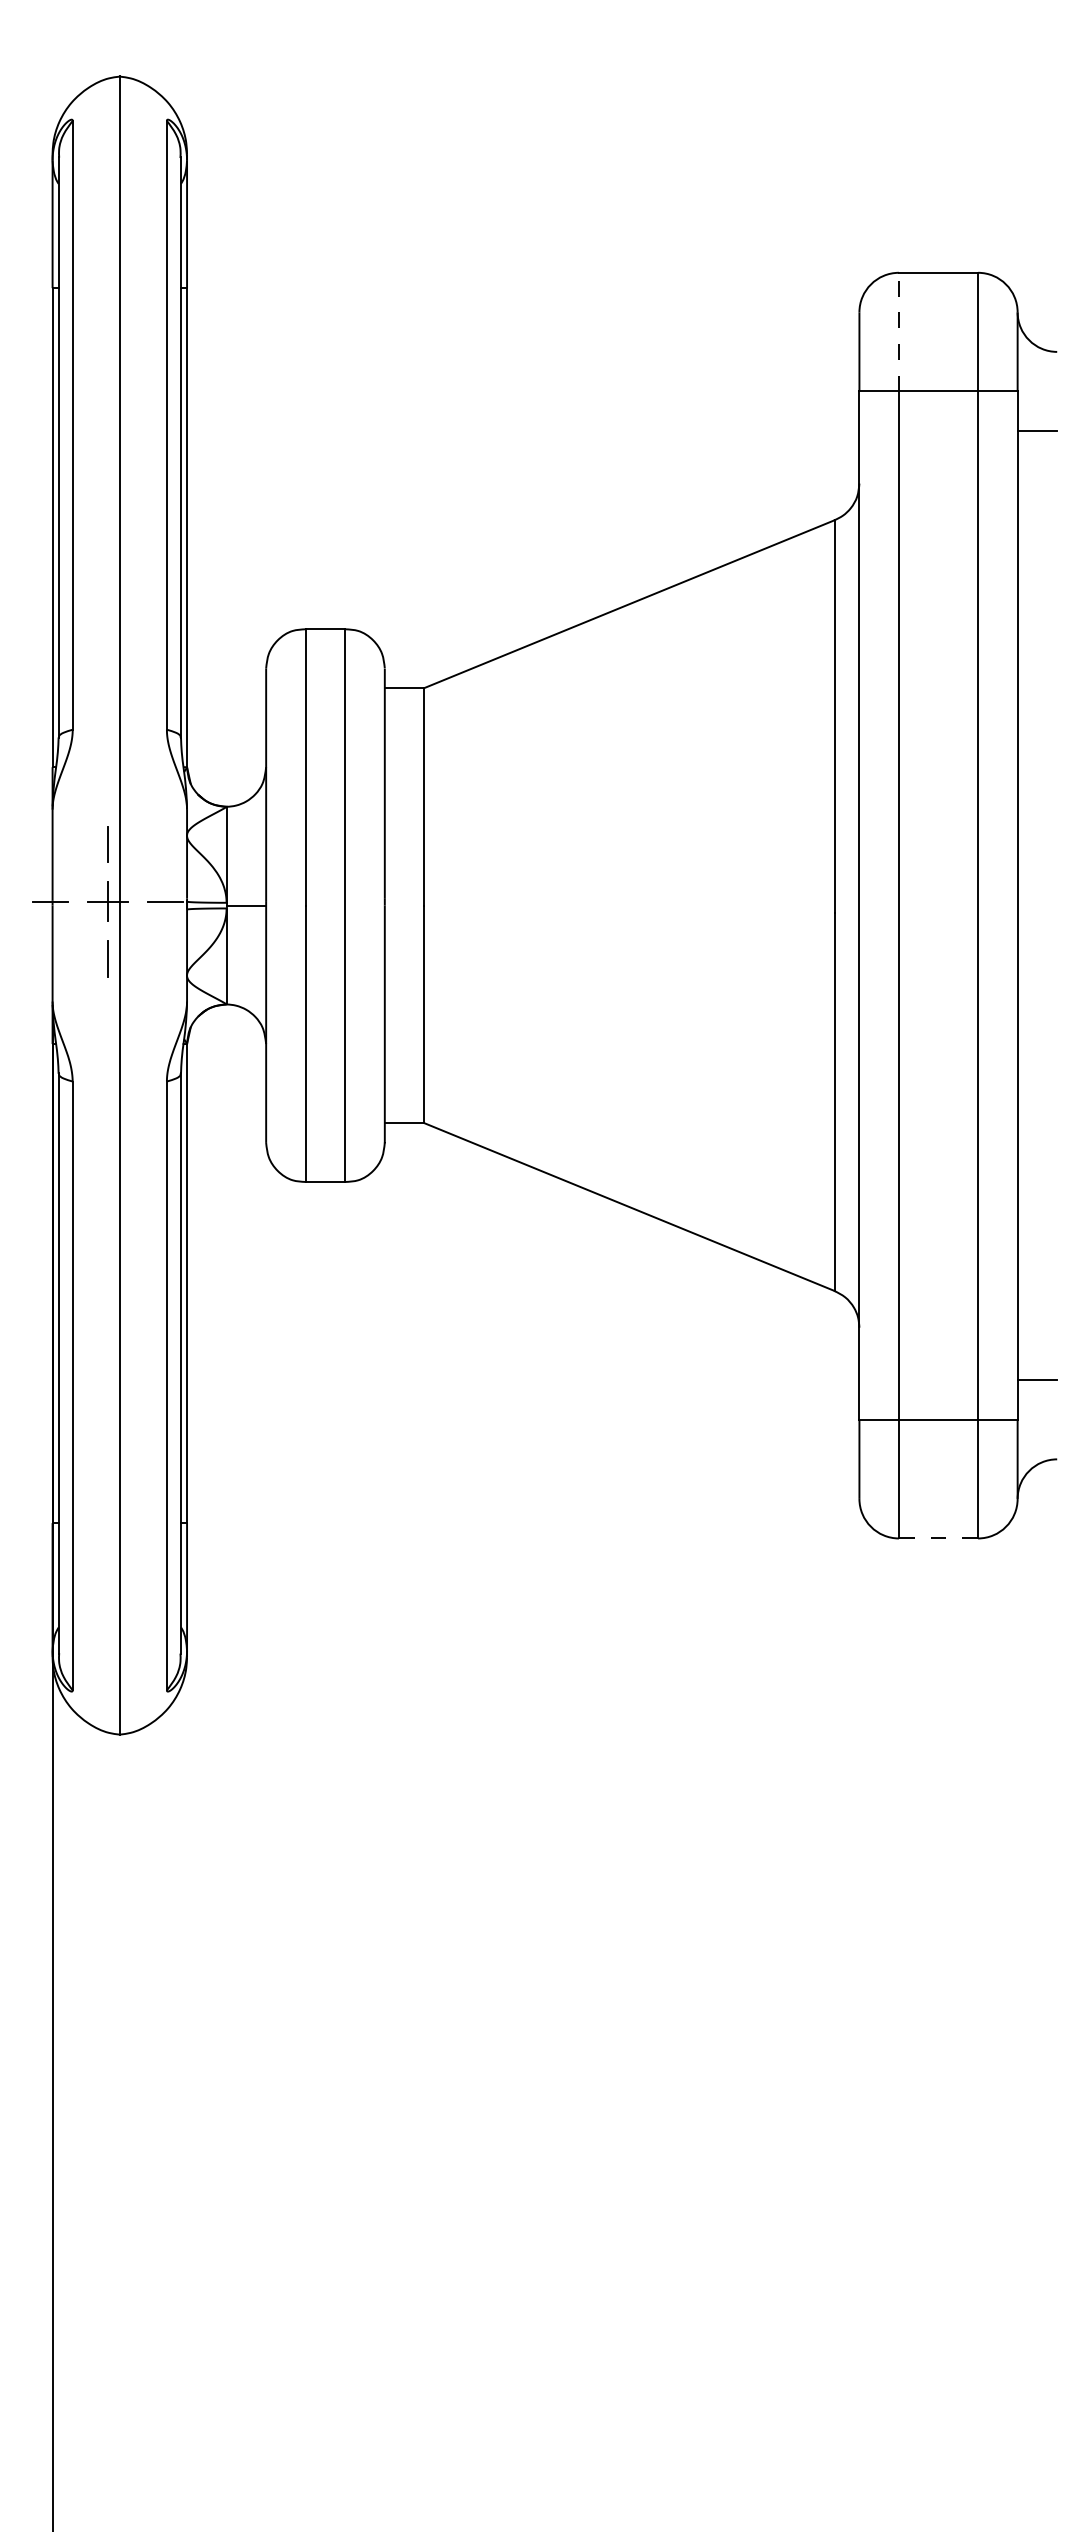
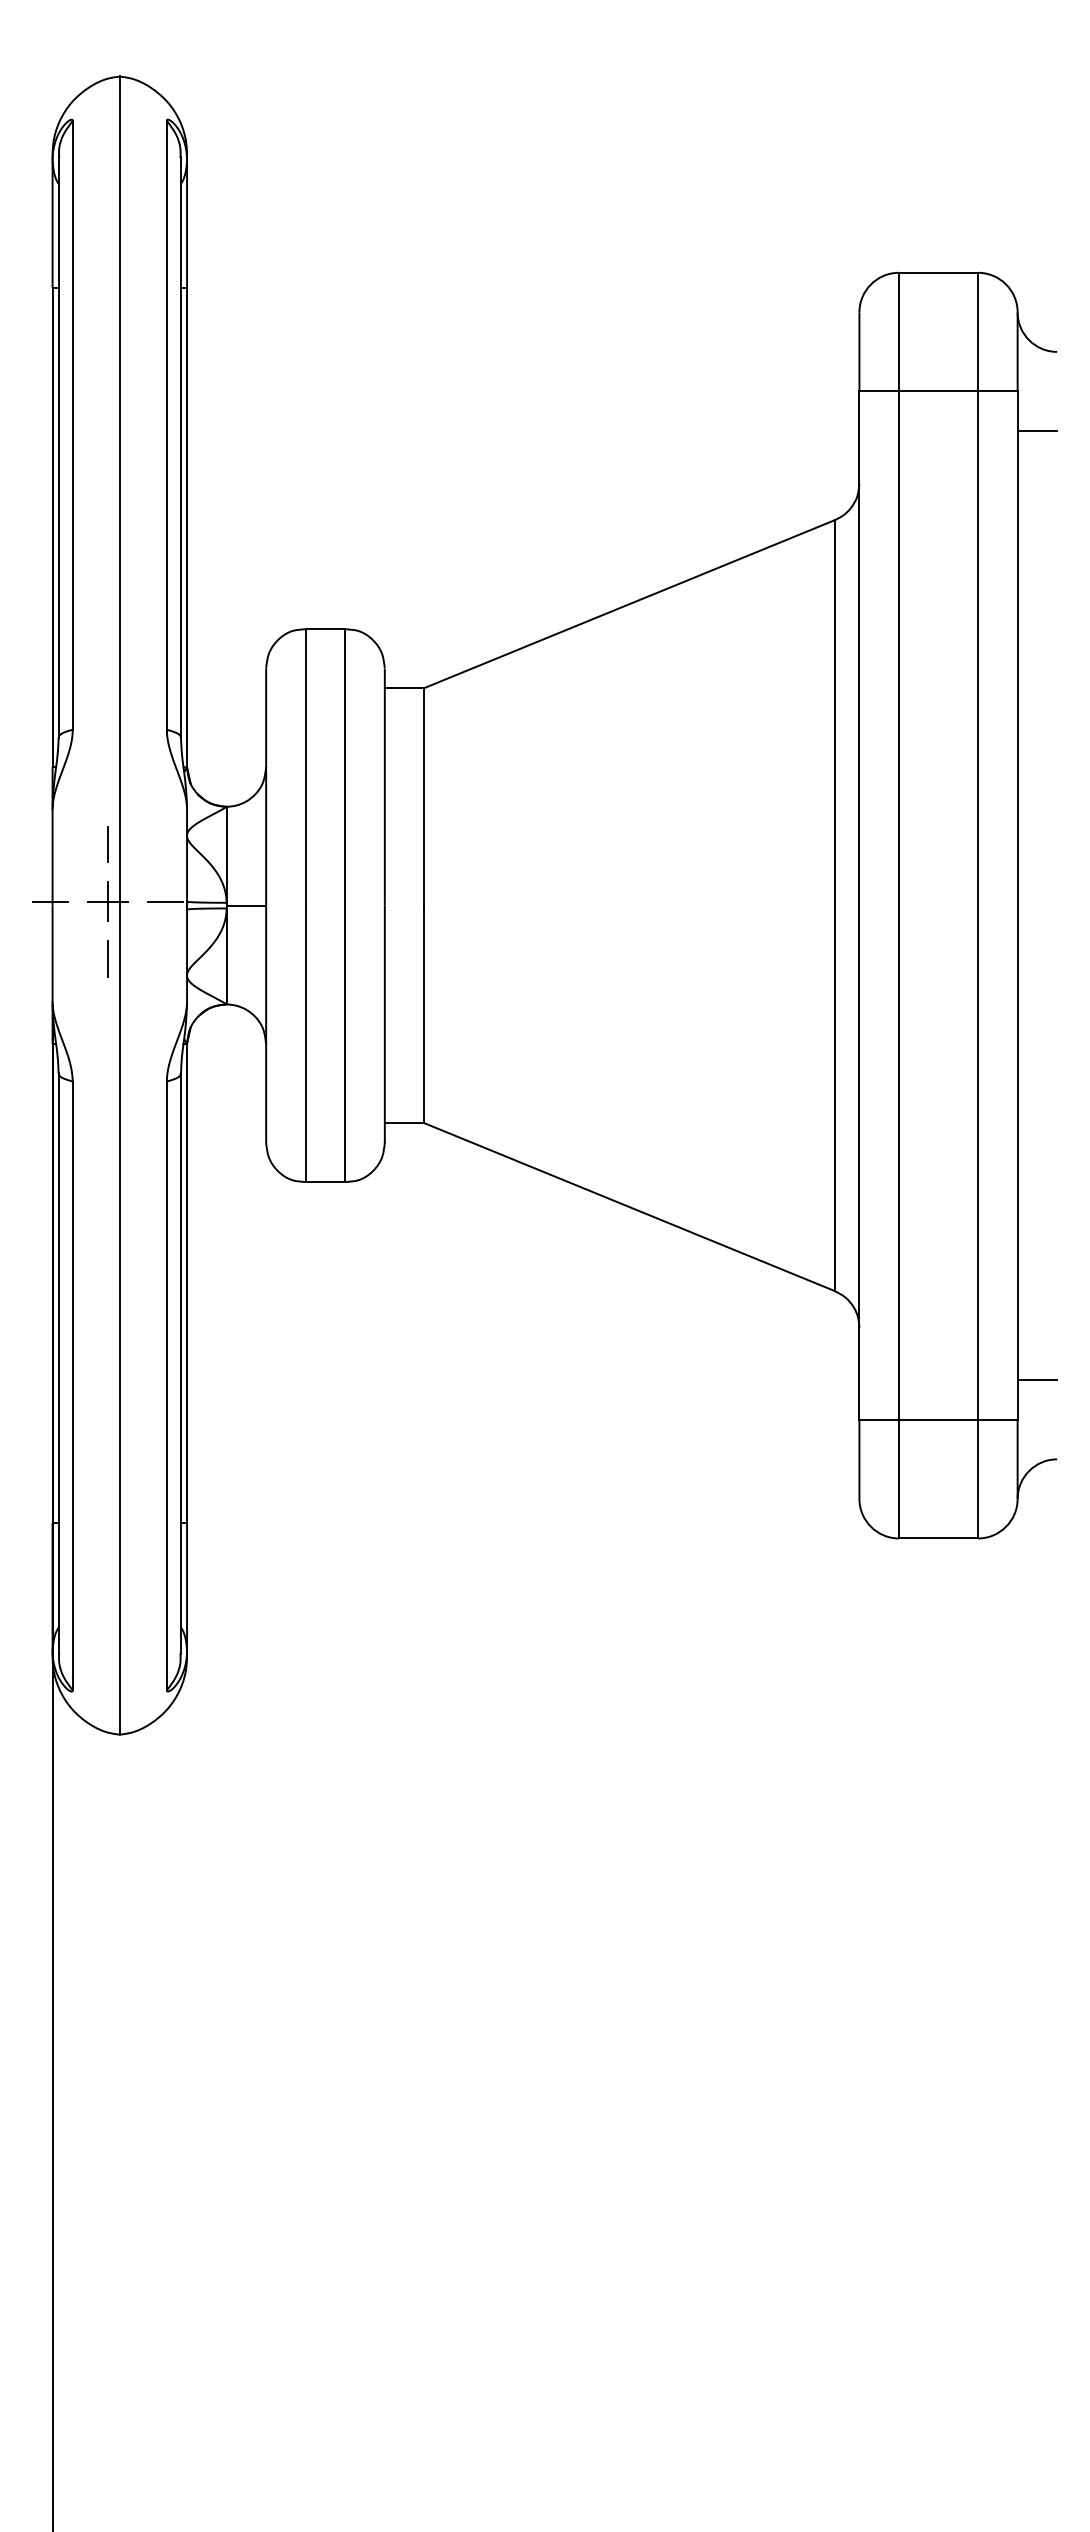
line at (898, 331): dashed -> solid
line at (938, 1538): dashed -> solid
